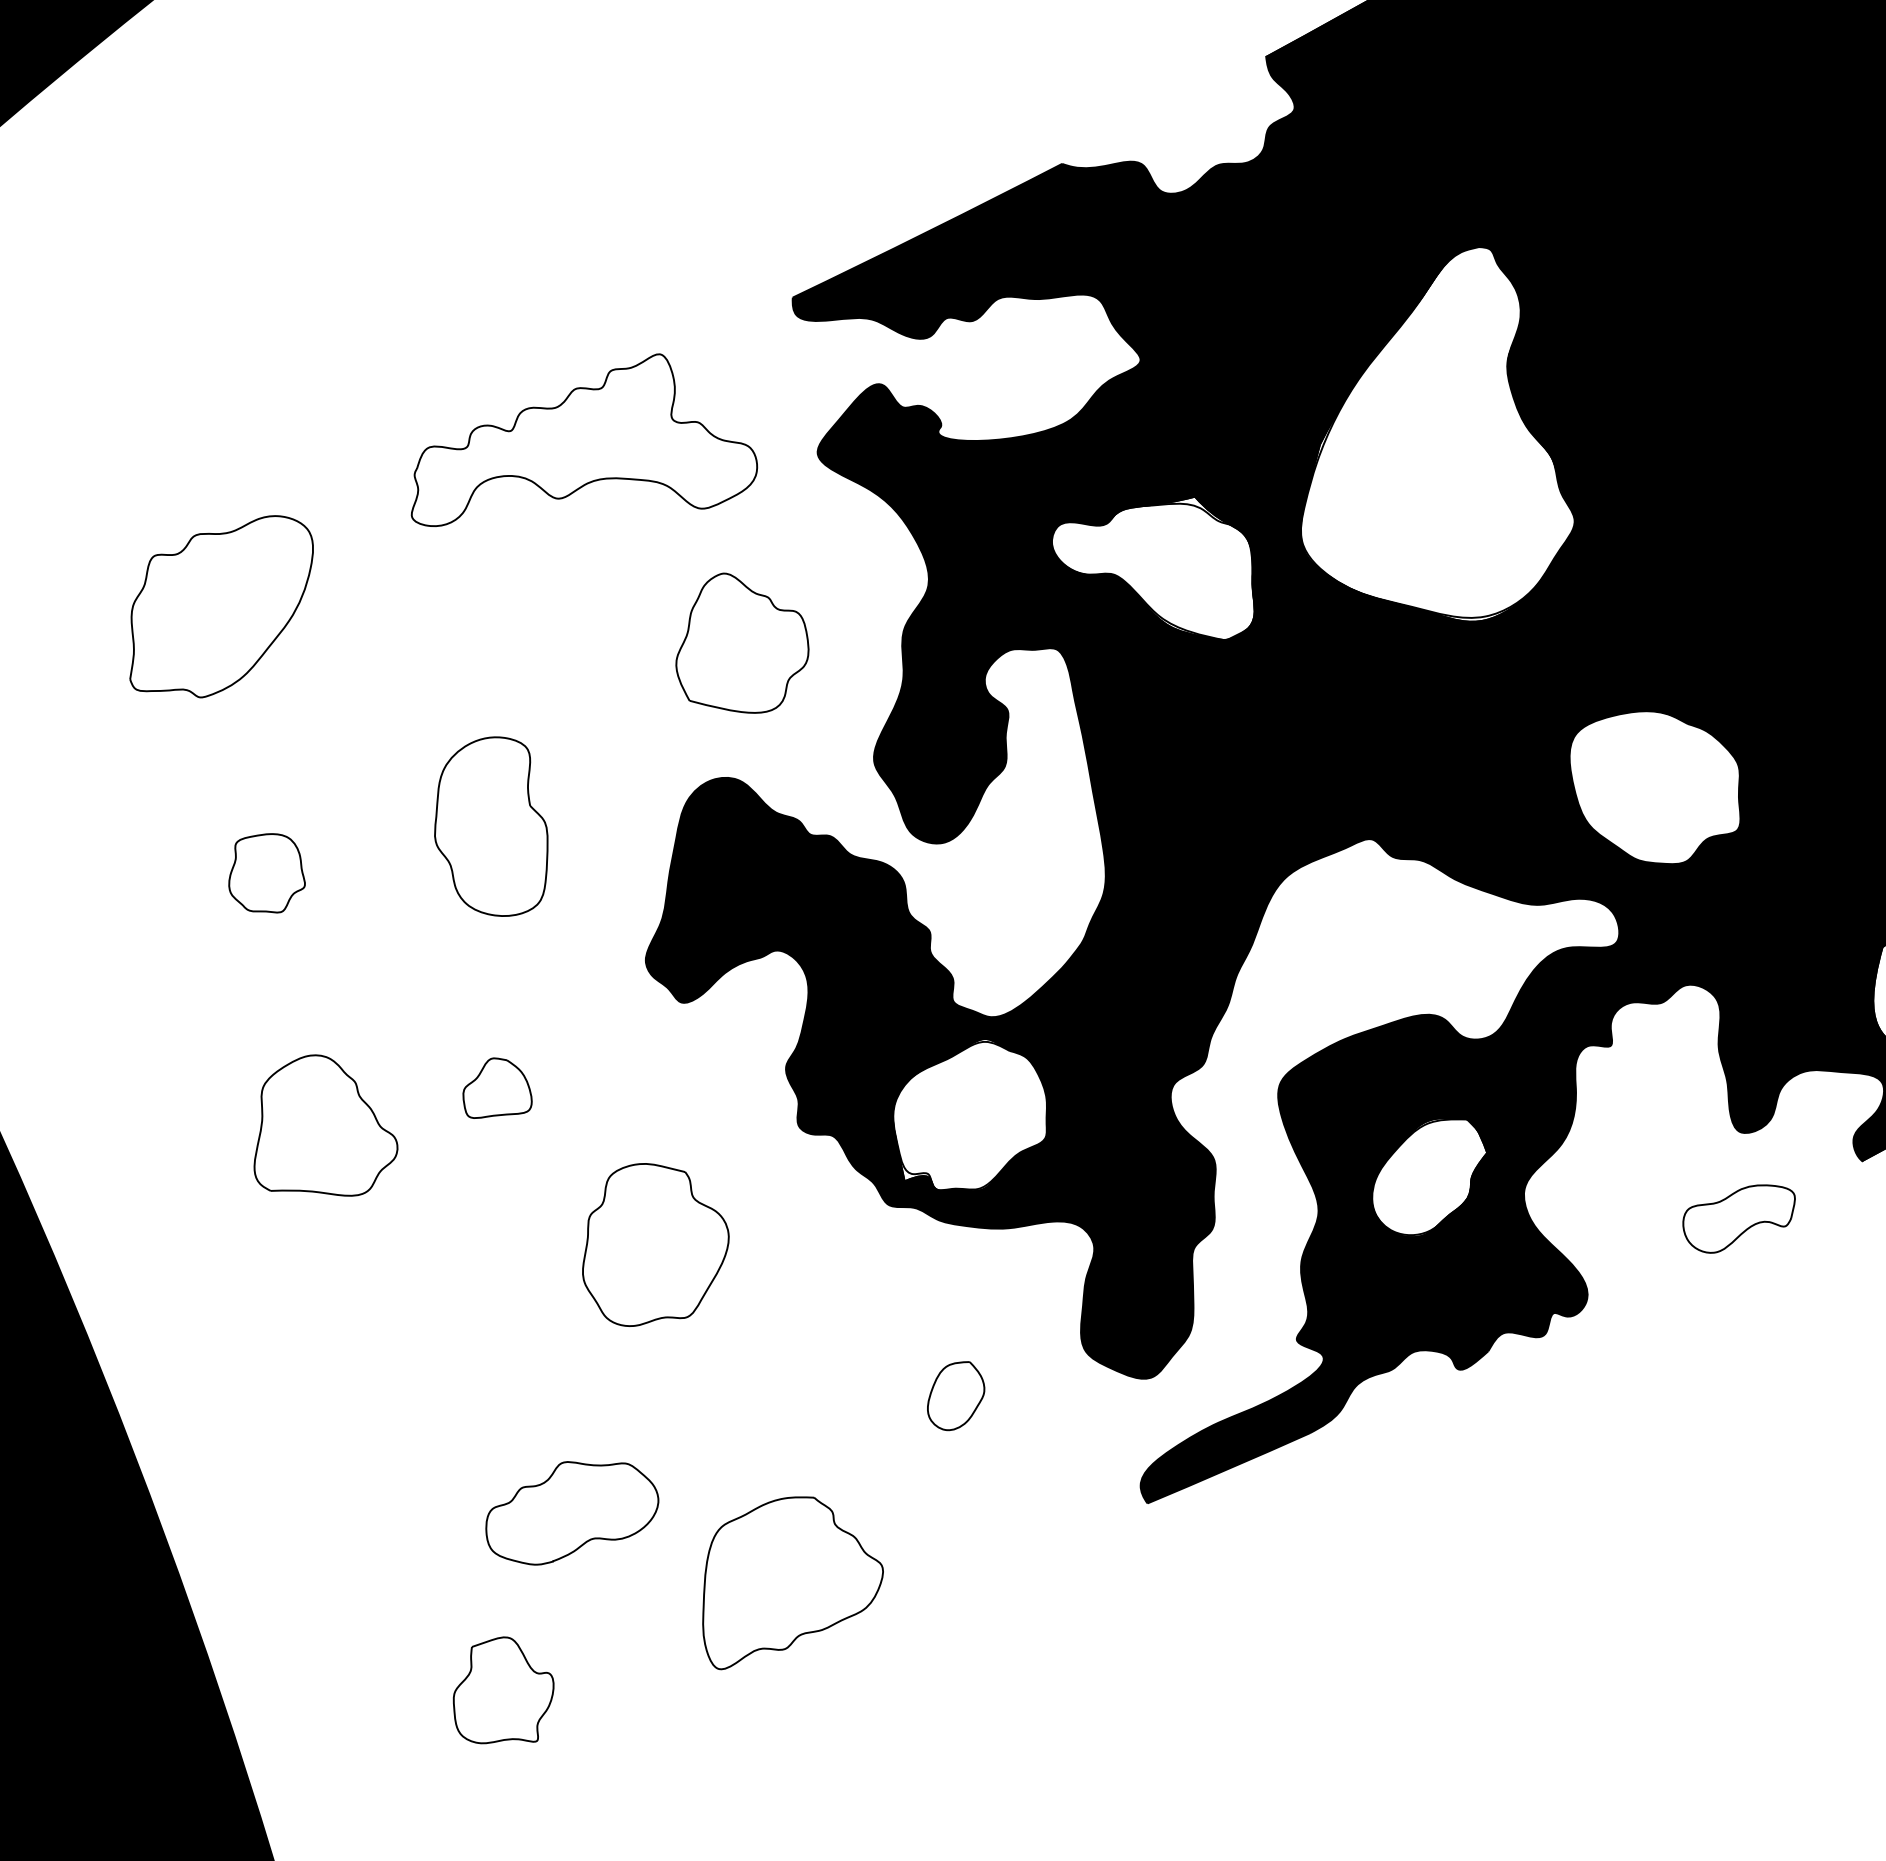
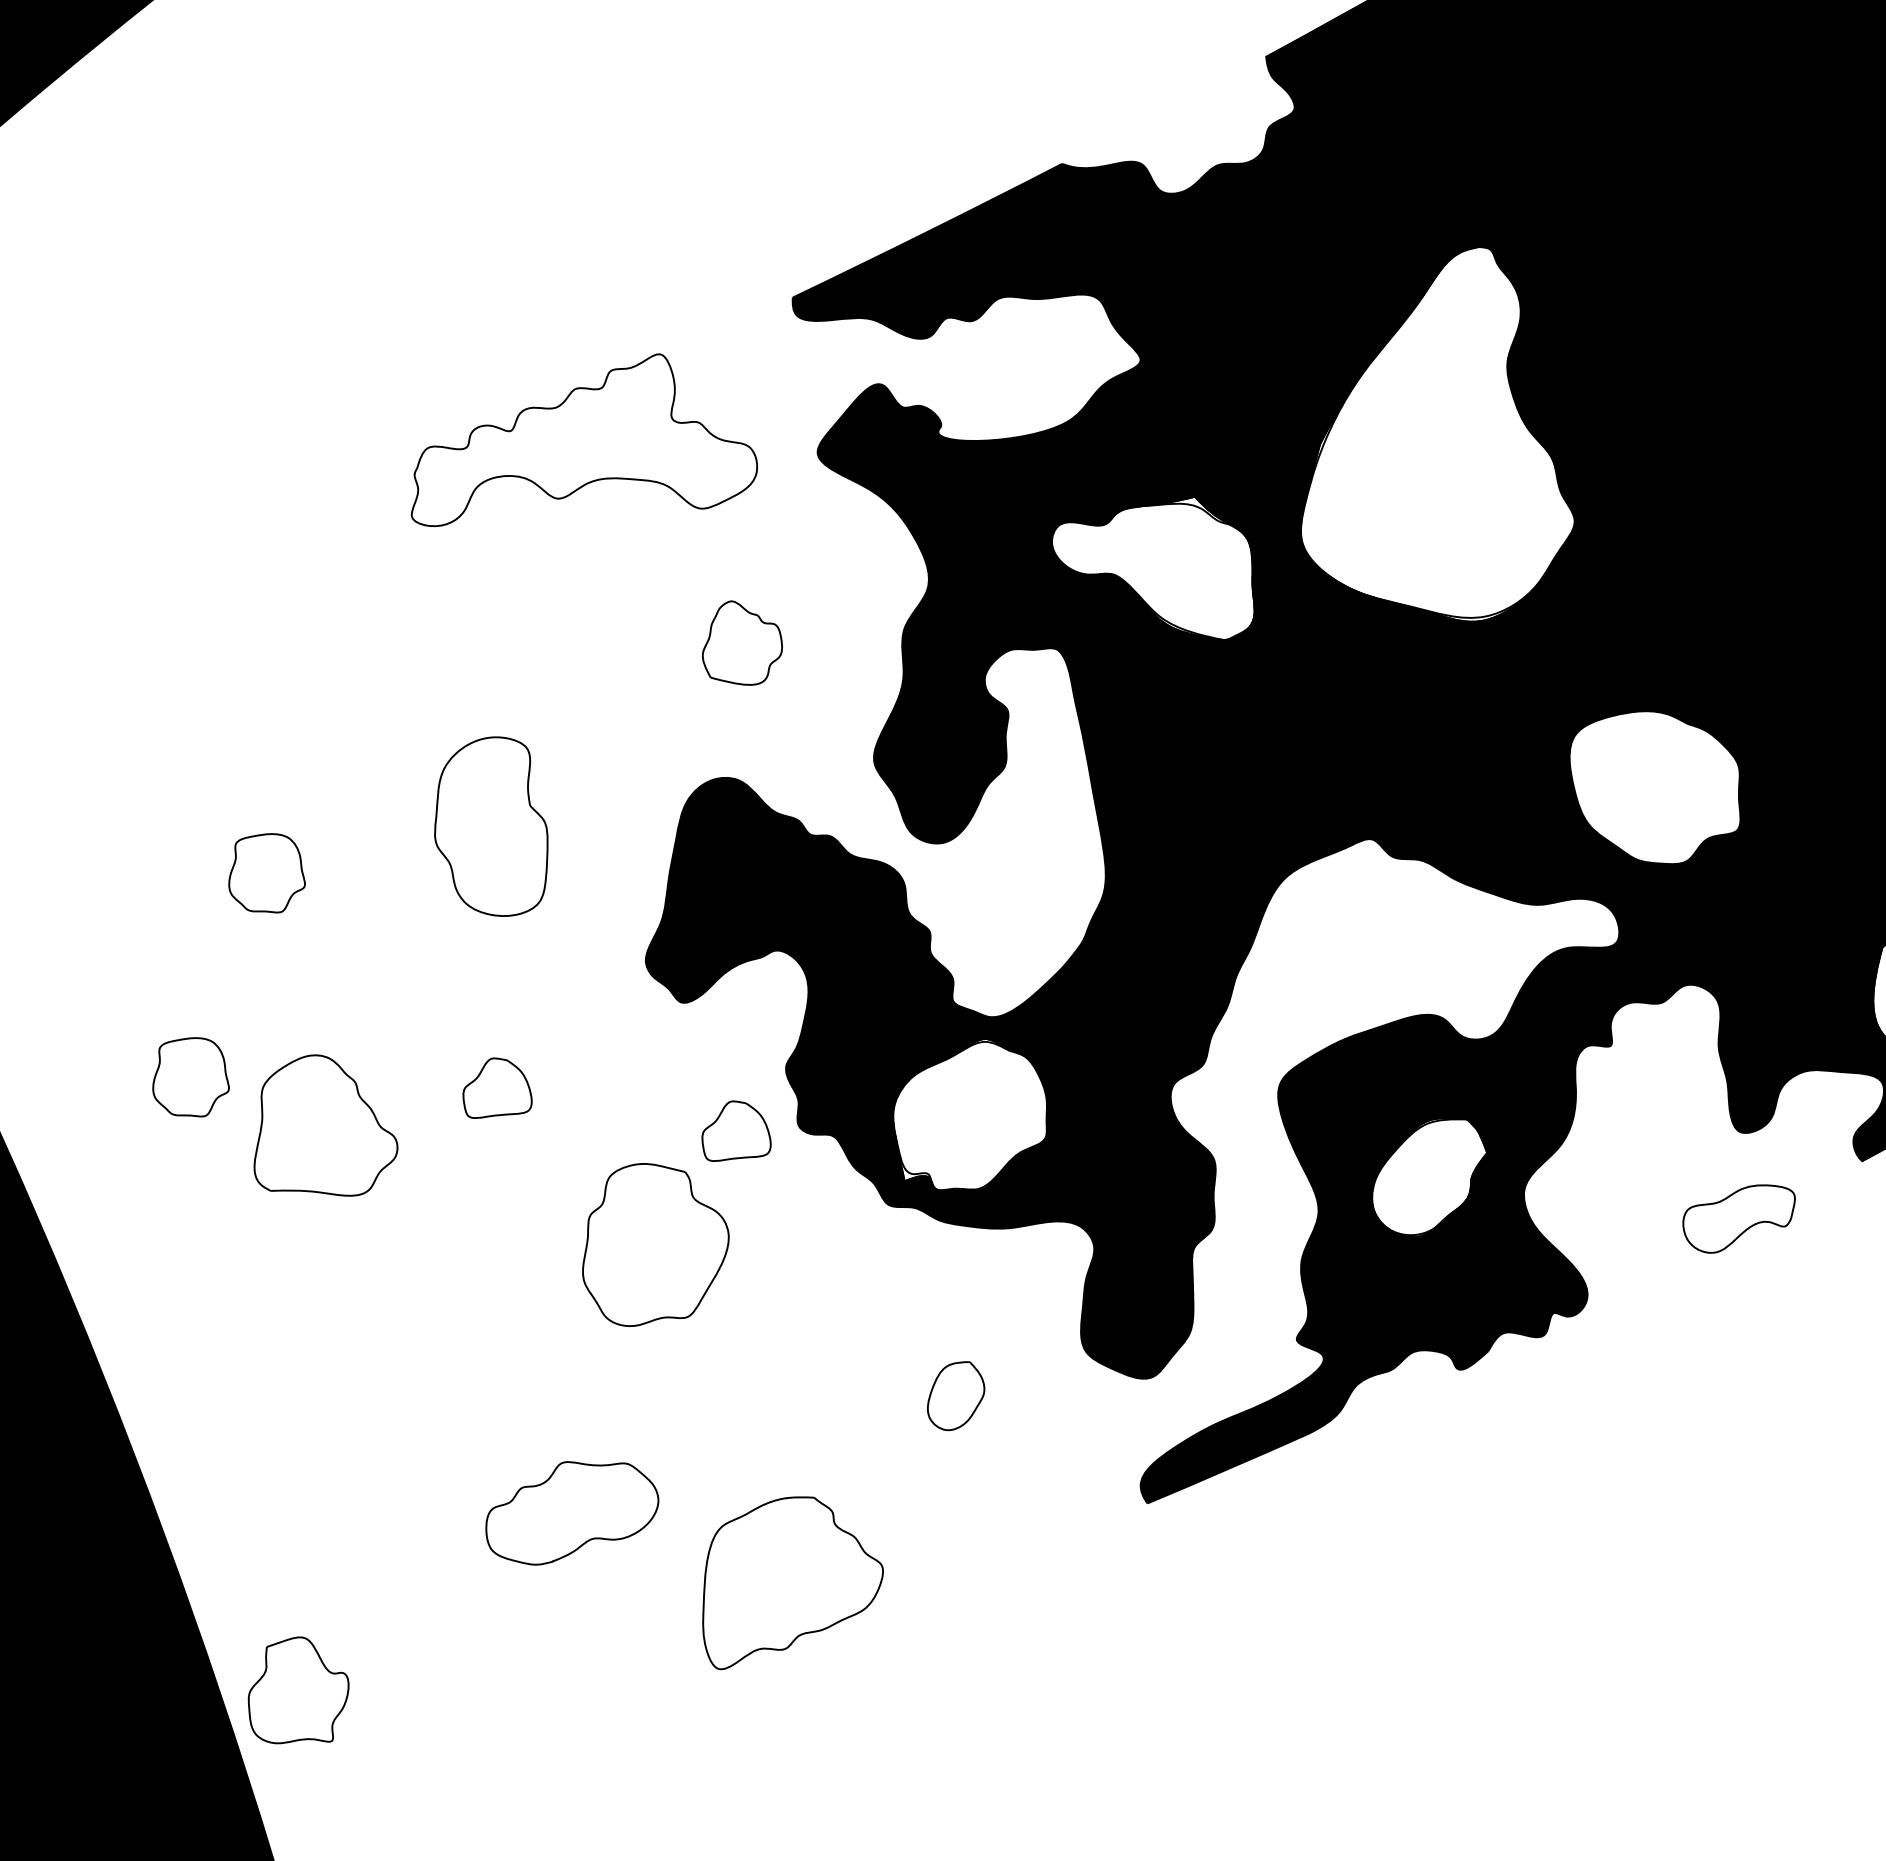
part at (221, 606): present -> none
part at (742, 642) size: 135x142 px -> 82x86 px
part at (190, 1077): none -> present
part at (736, 1130): none -> present
part at (503, 1690) position: (503, 1690) -> (298, 1690)
